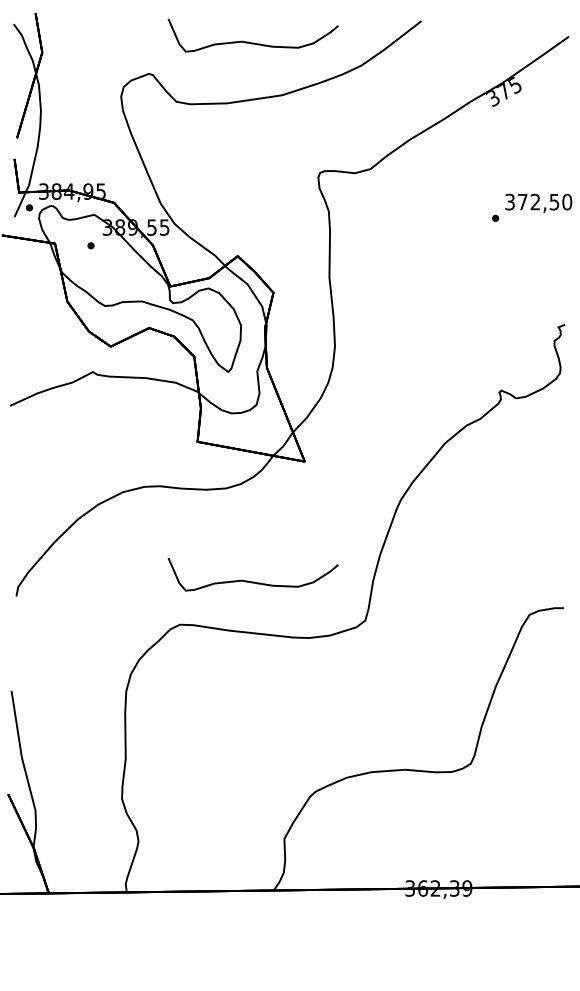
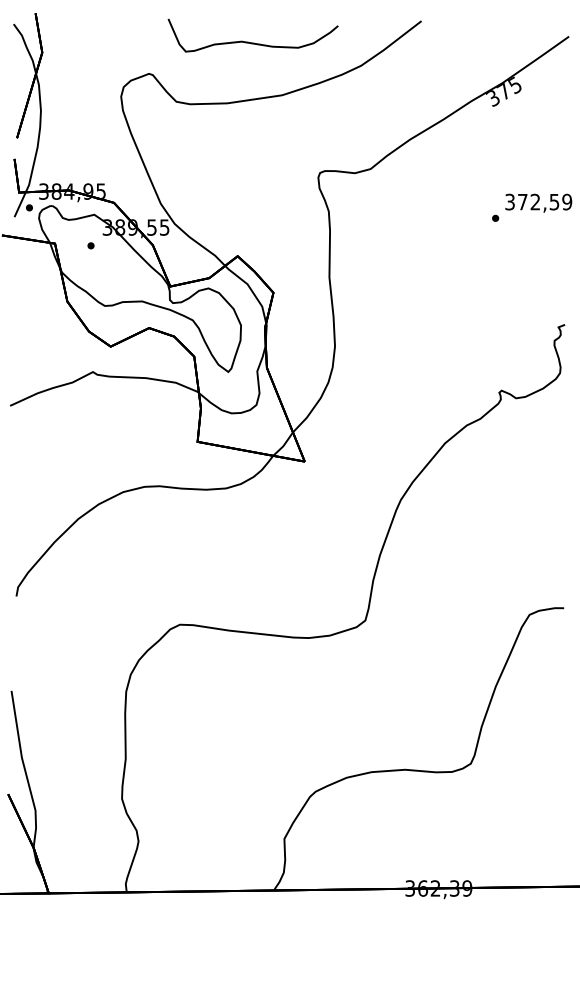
text at (567, 202): 372,50 -> 372,59
curve at (252, 581): present -> none
